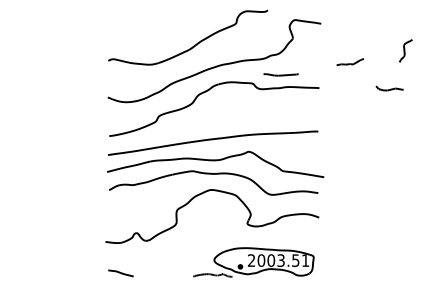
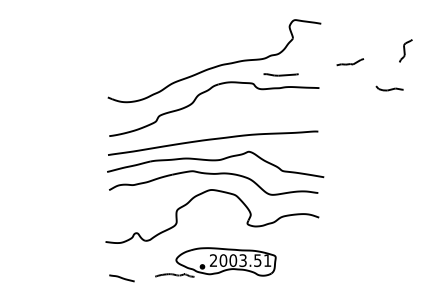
part at (193, 45): present -> none
part at (253, 262) position: (253, 262) -> (215, 262)
line at (120, 273) position: (120, 273) -> (121, 278)
